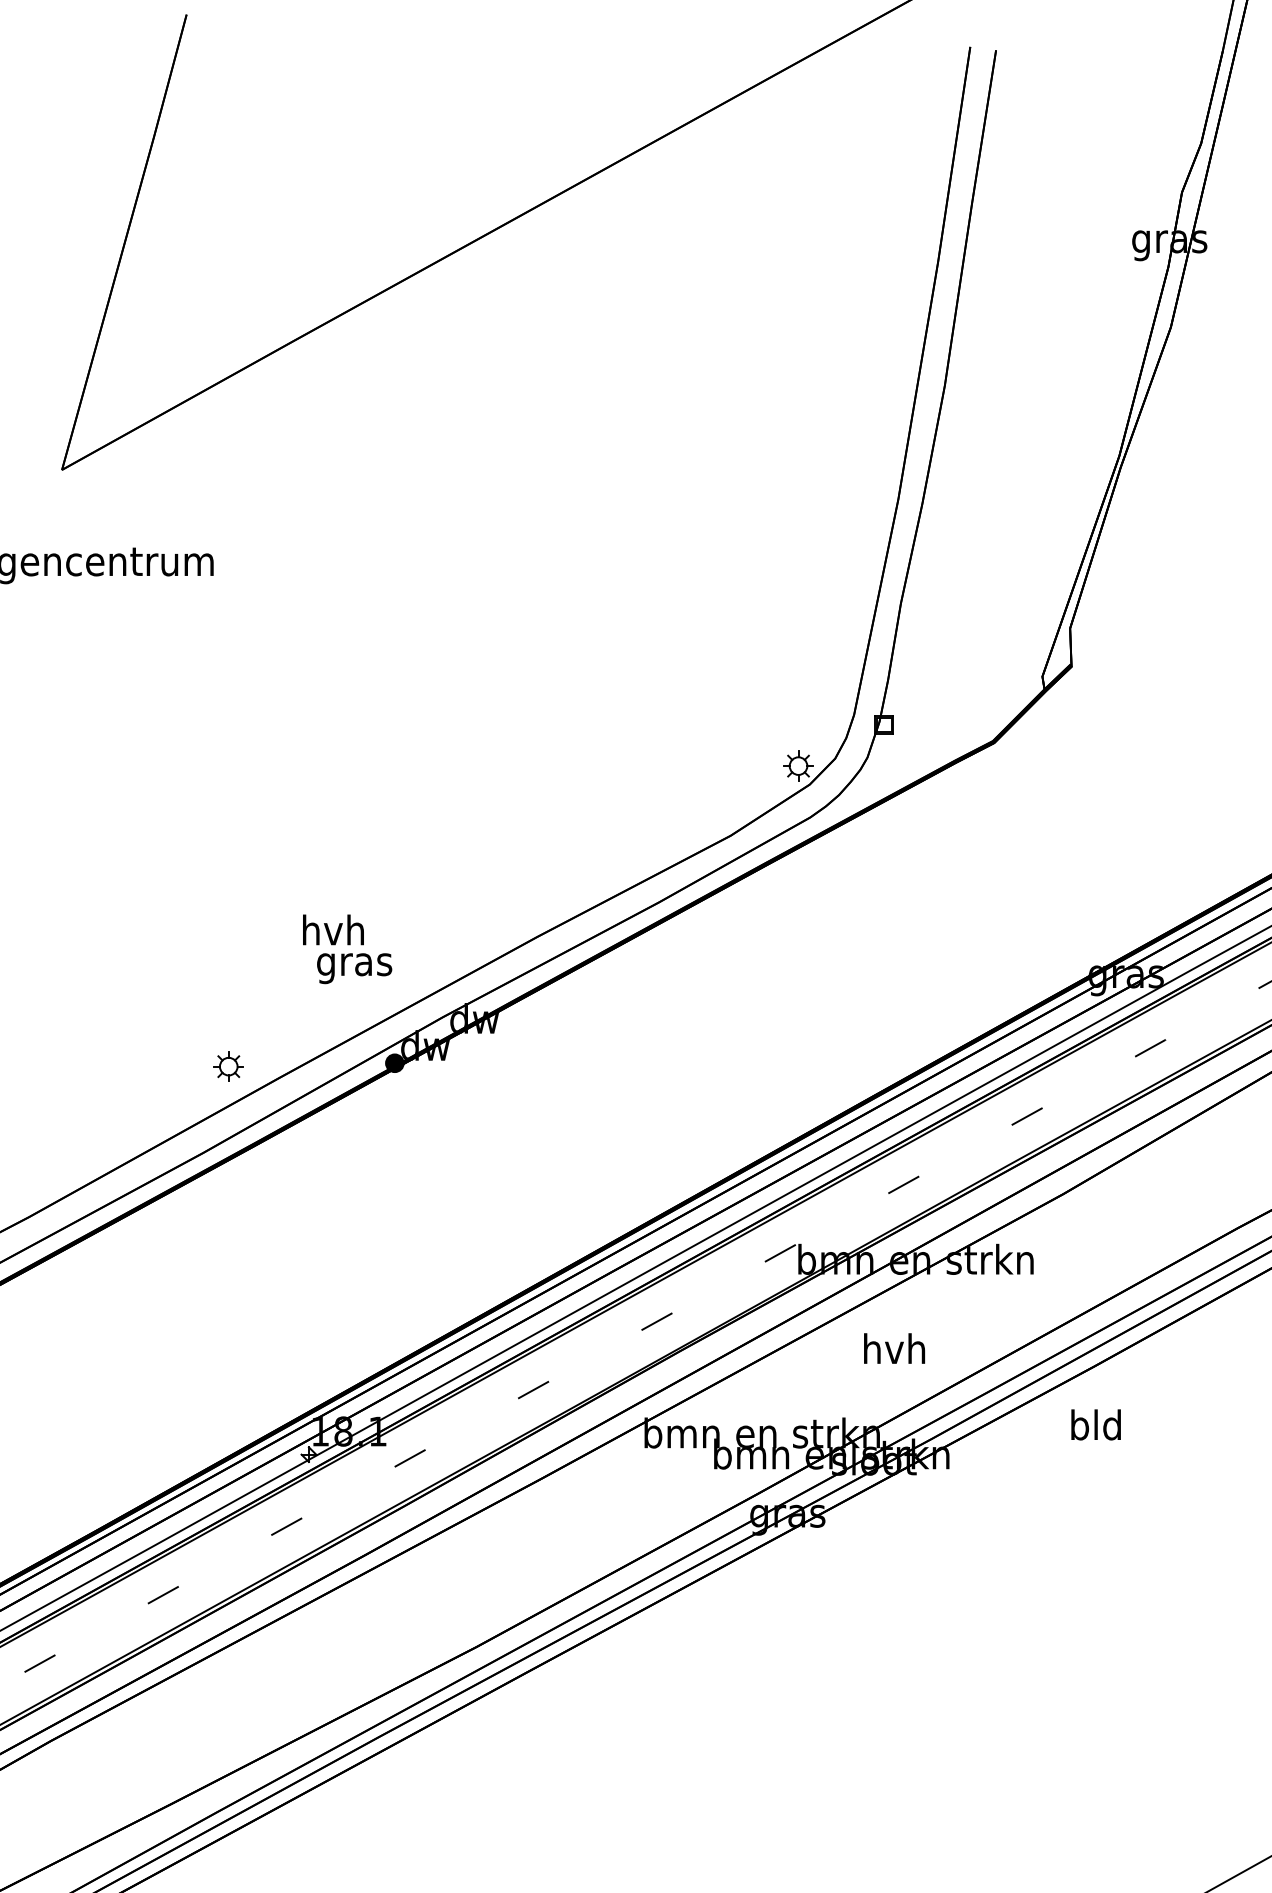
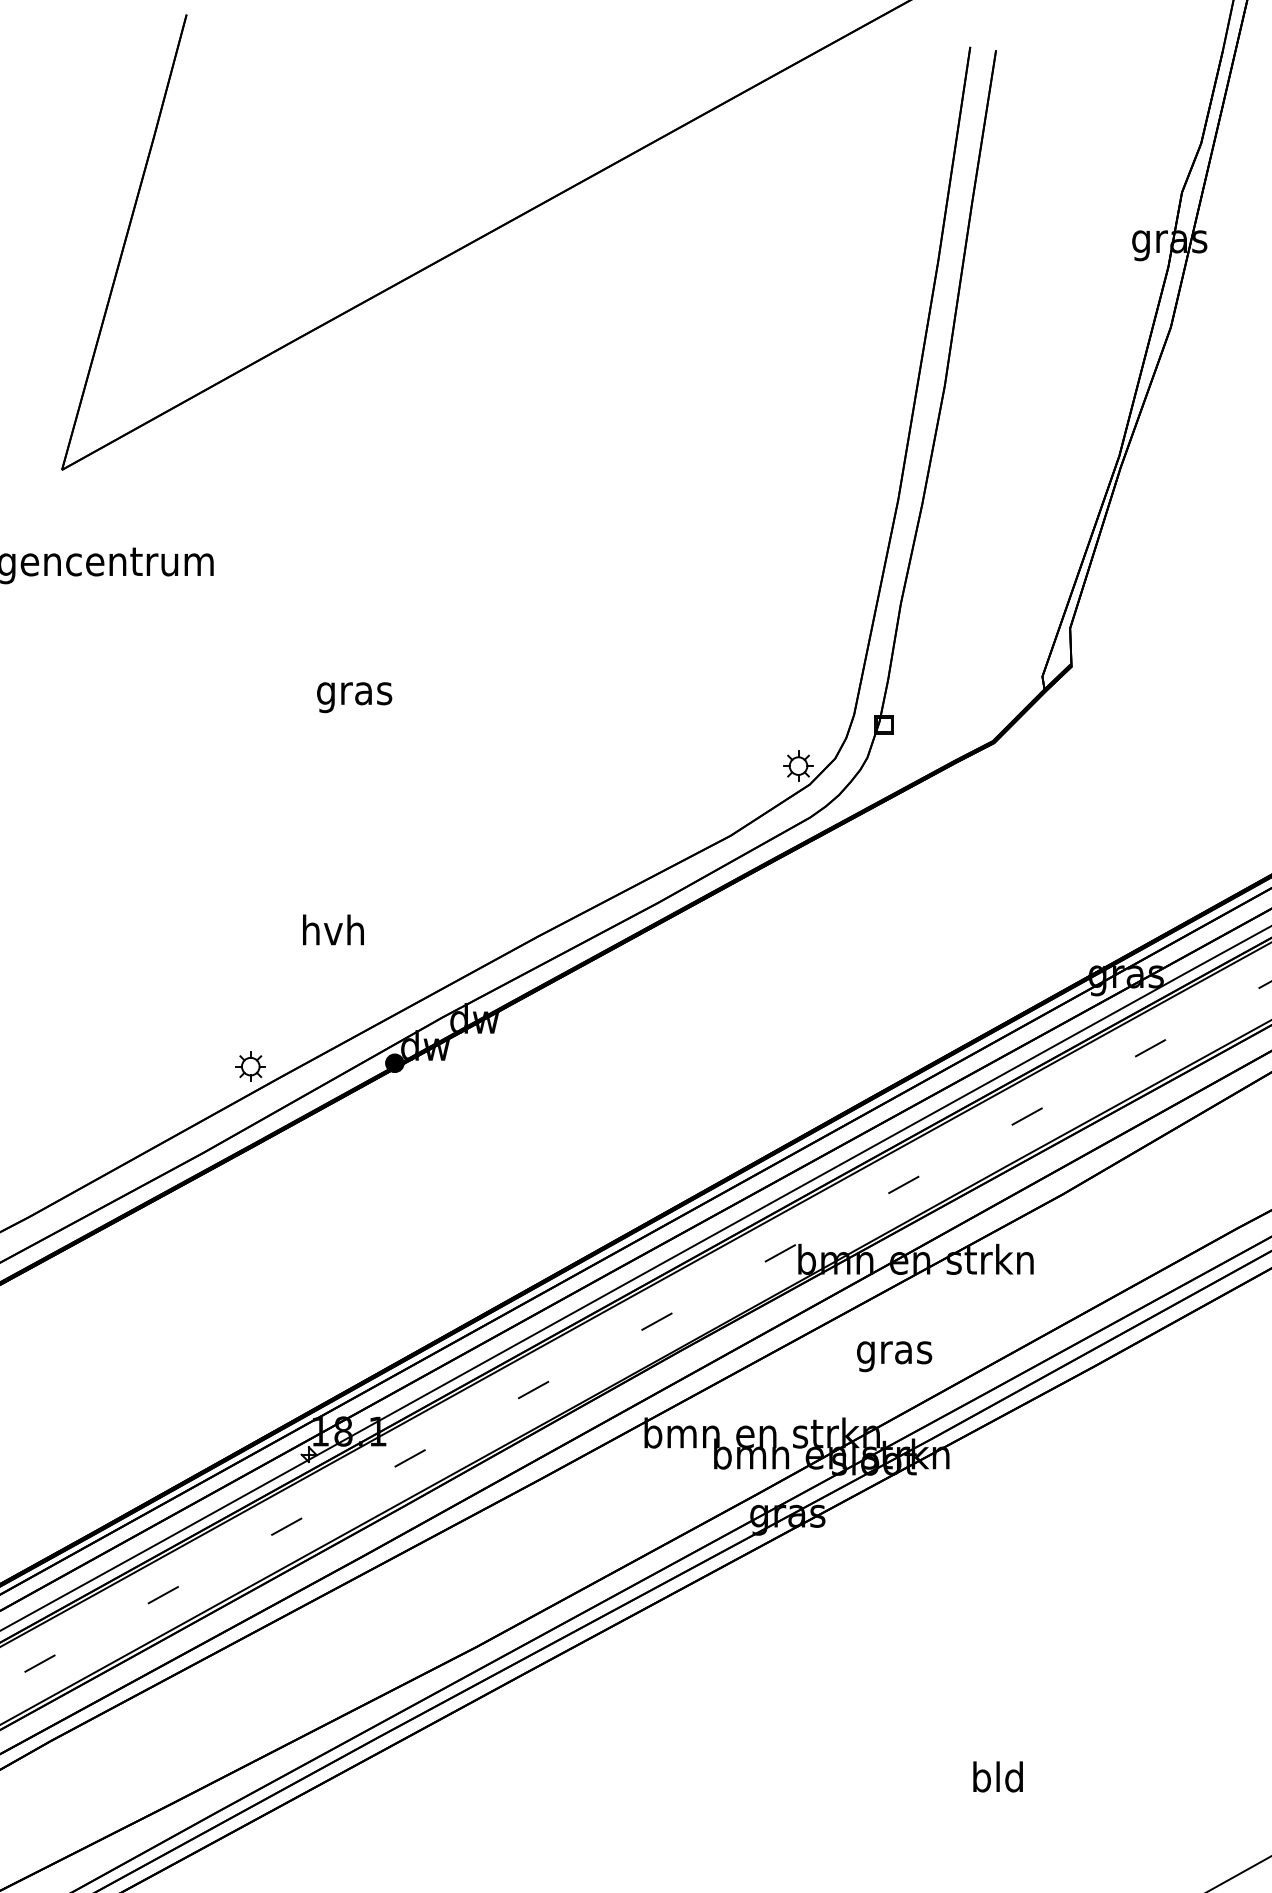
text at (354, 968) position: (354, 968) -> (354, 697)
part at (228, 1066) position: (228, 1066) -> (250, 1066)
text at (894, 1352): hvh -> gras
text at (1095, 1424) position: (1095, 1424) -> (997, 1776)
